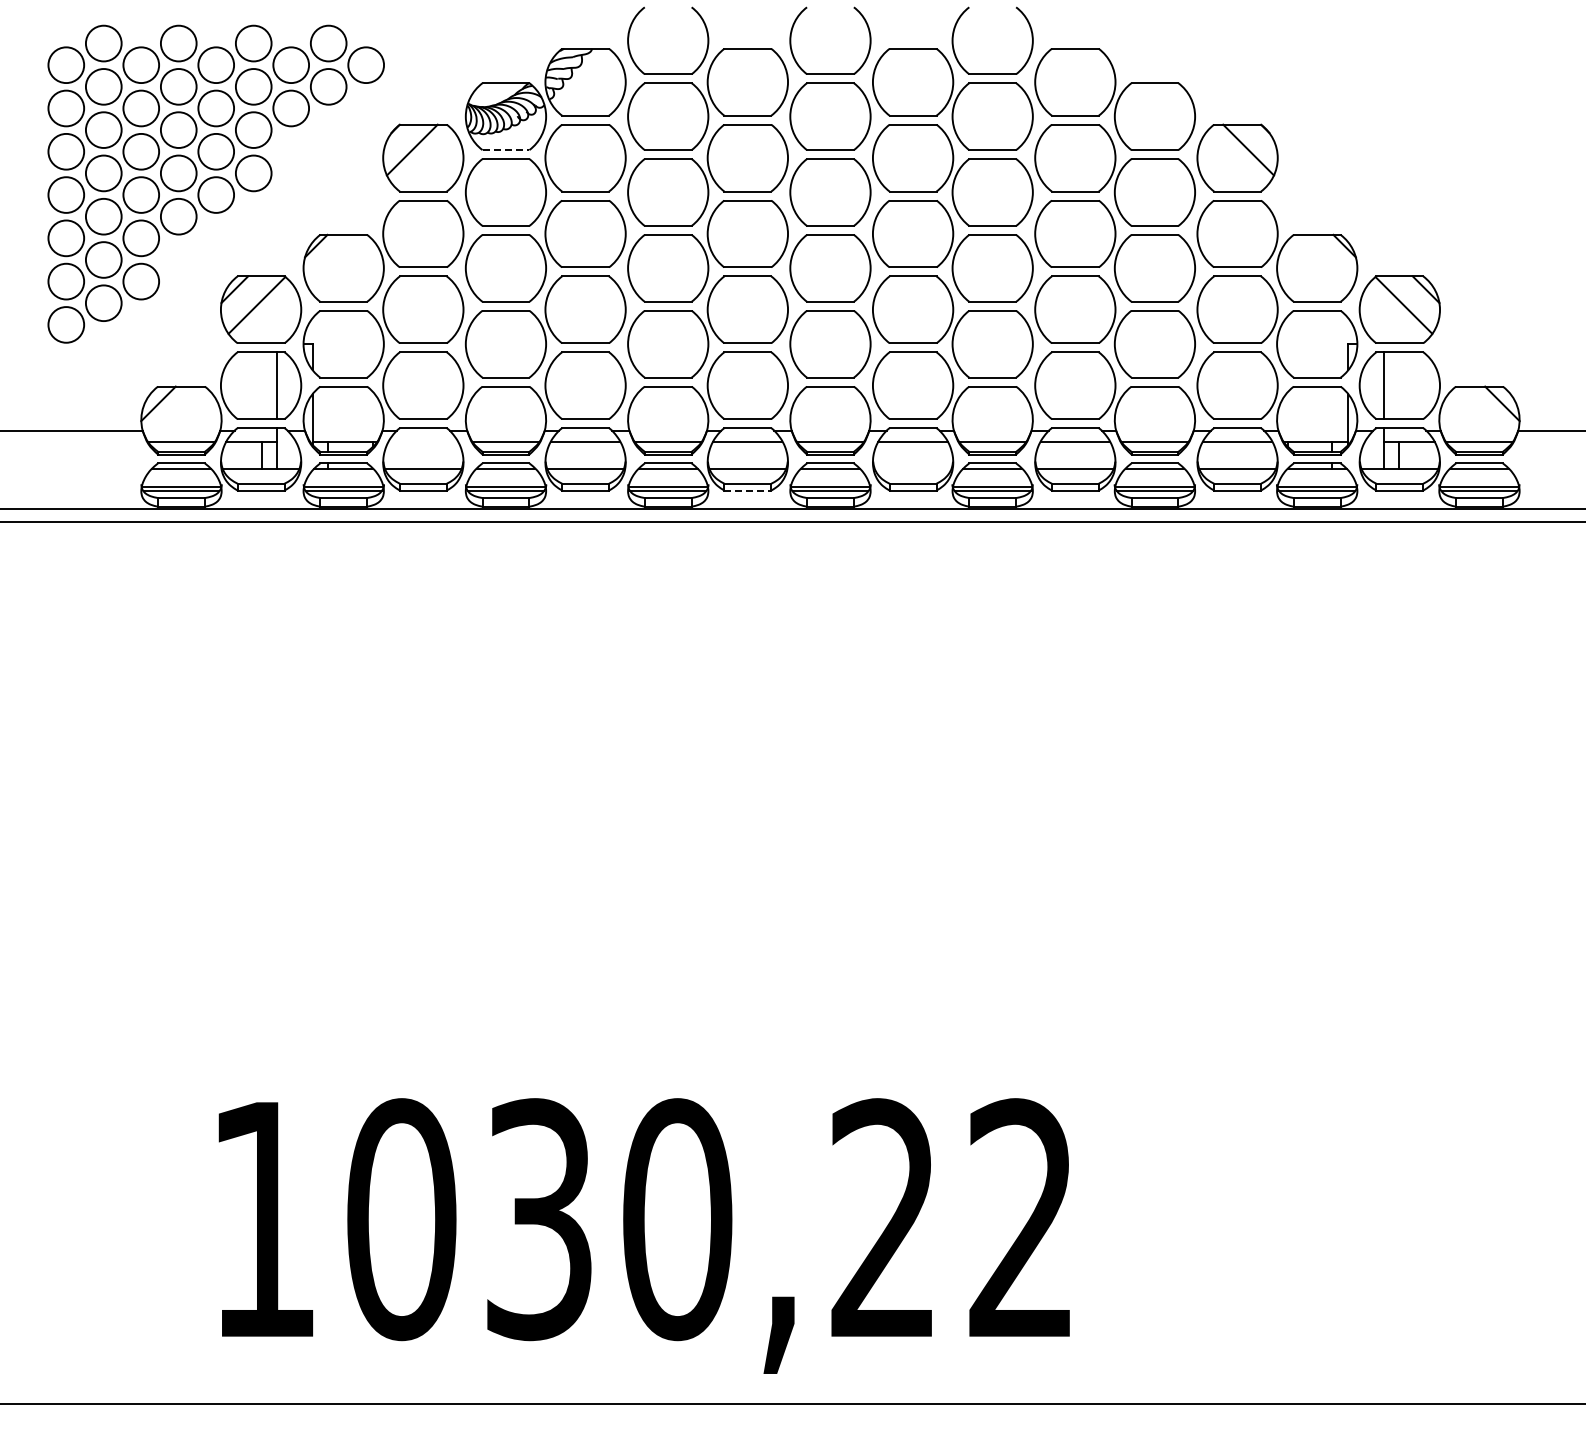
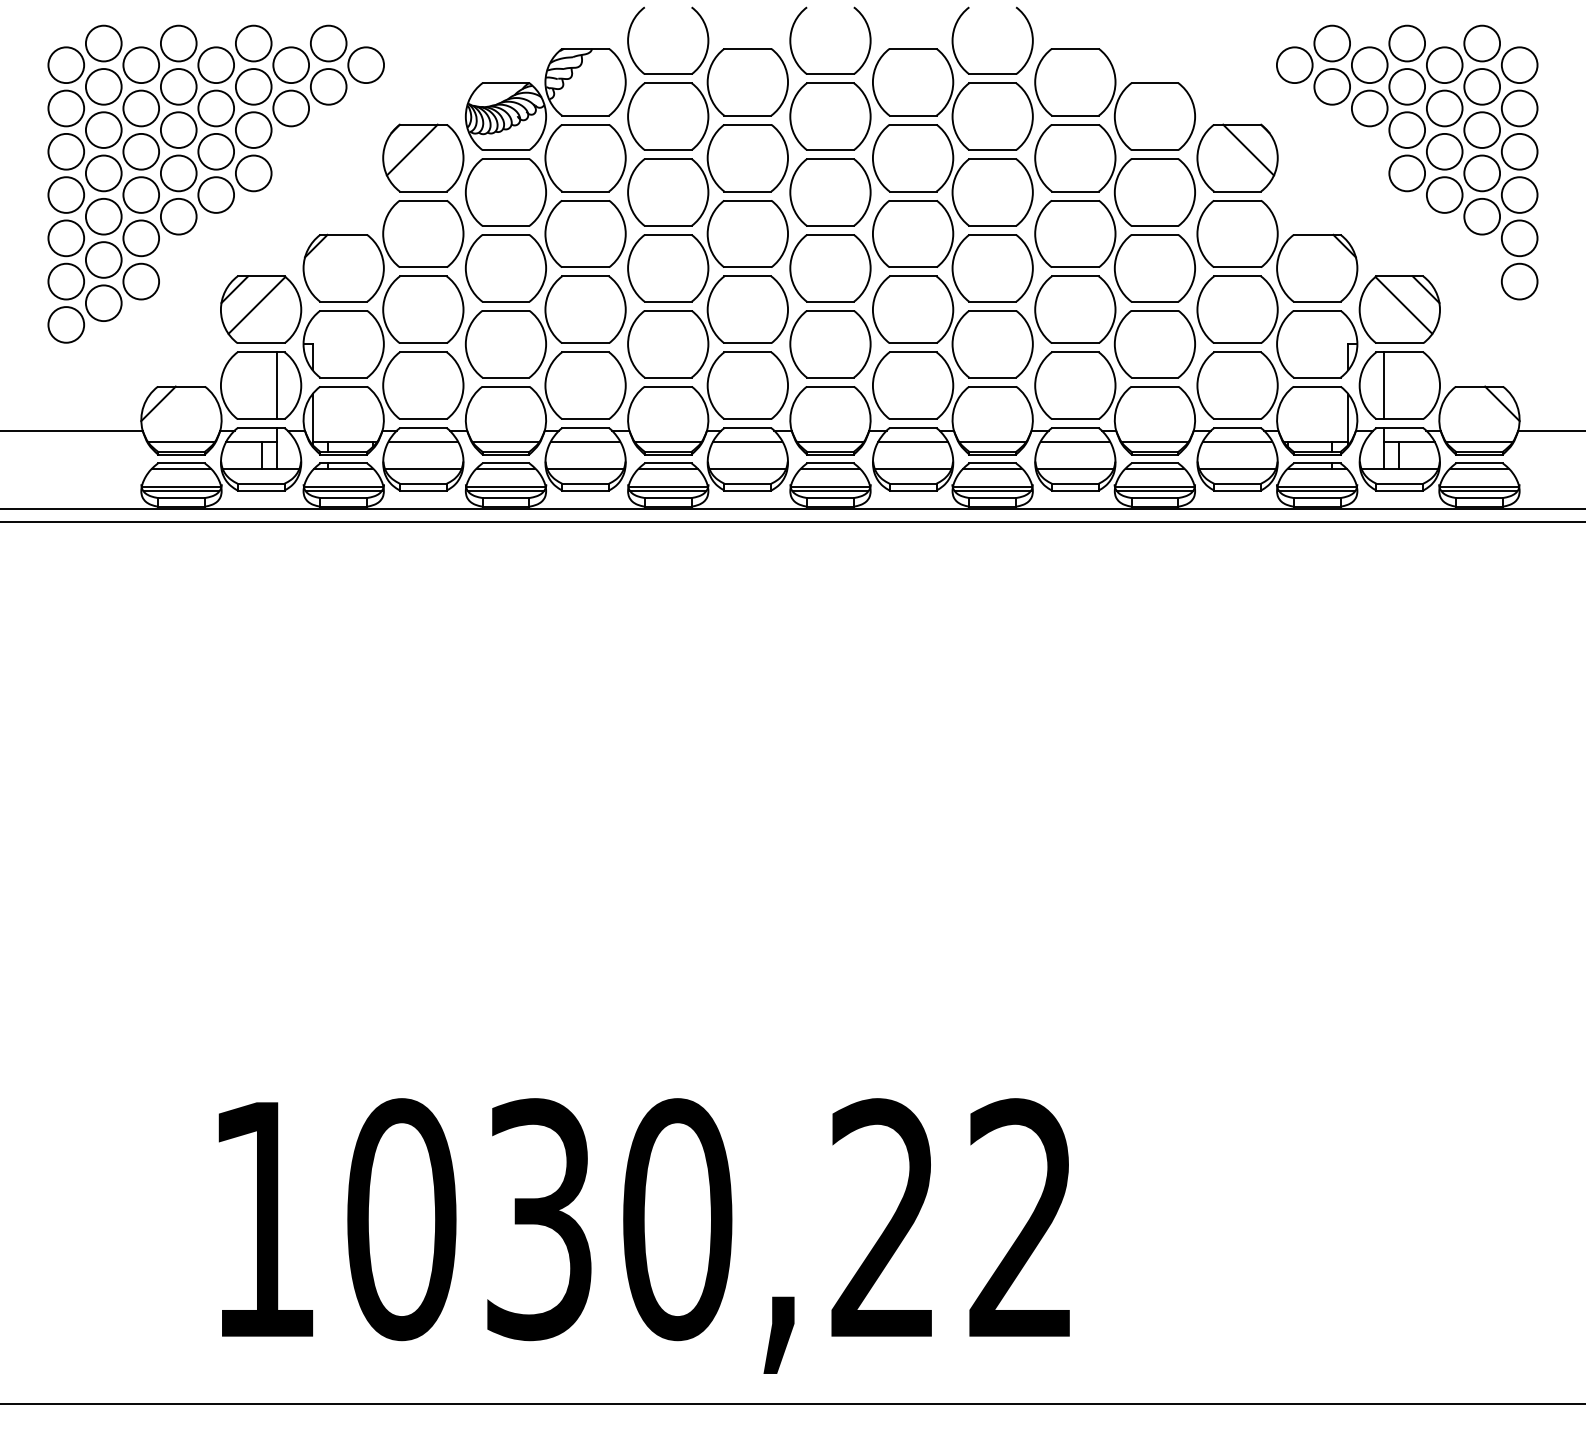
line at (506, 150): dashed -> solid
part at (1407, 162): none -> present
line at (422, 441): none -> present
line at (912, 468): none -> present
line at (748, 490): dashed -> solid
